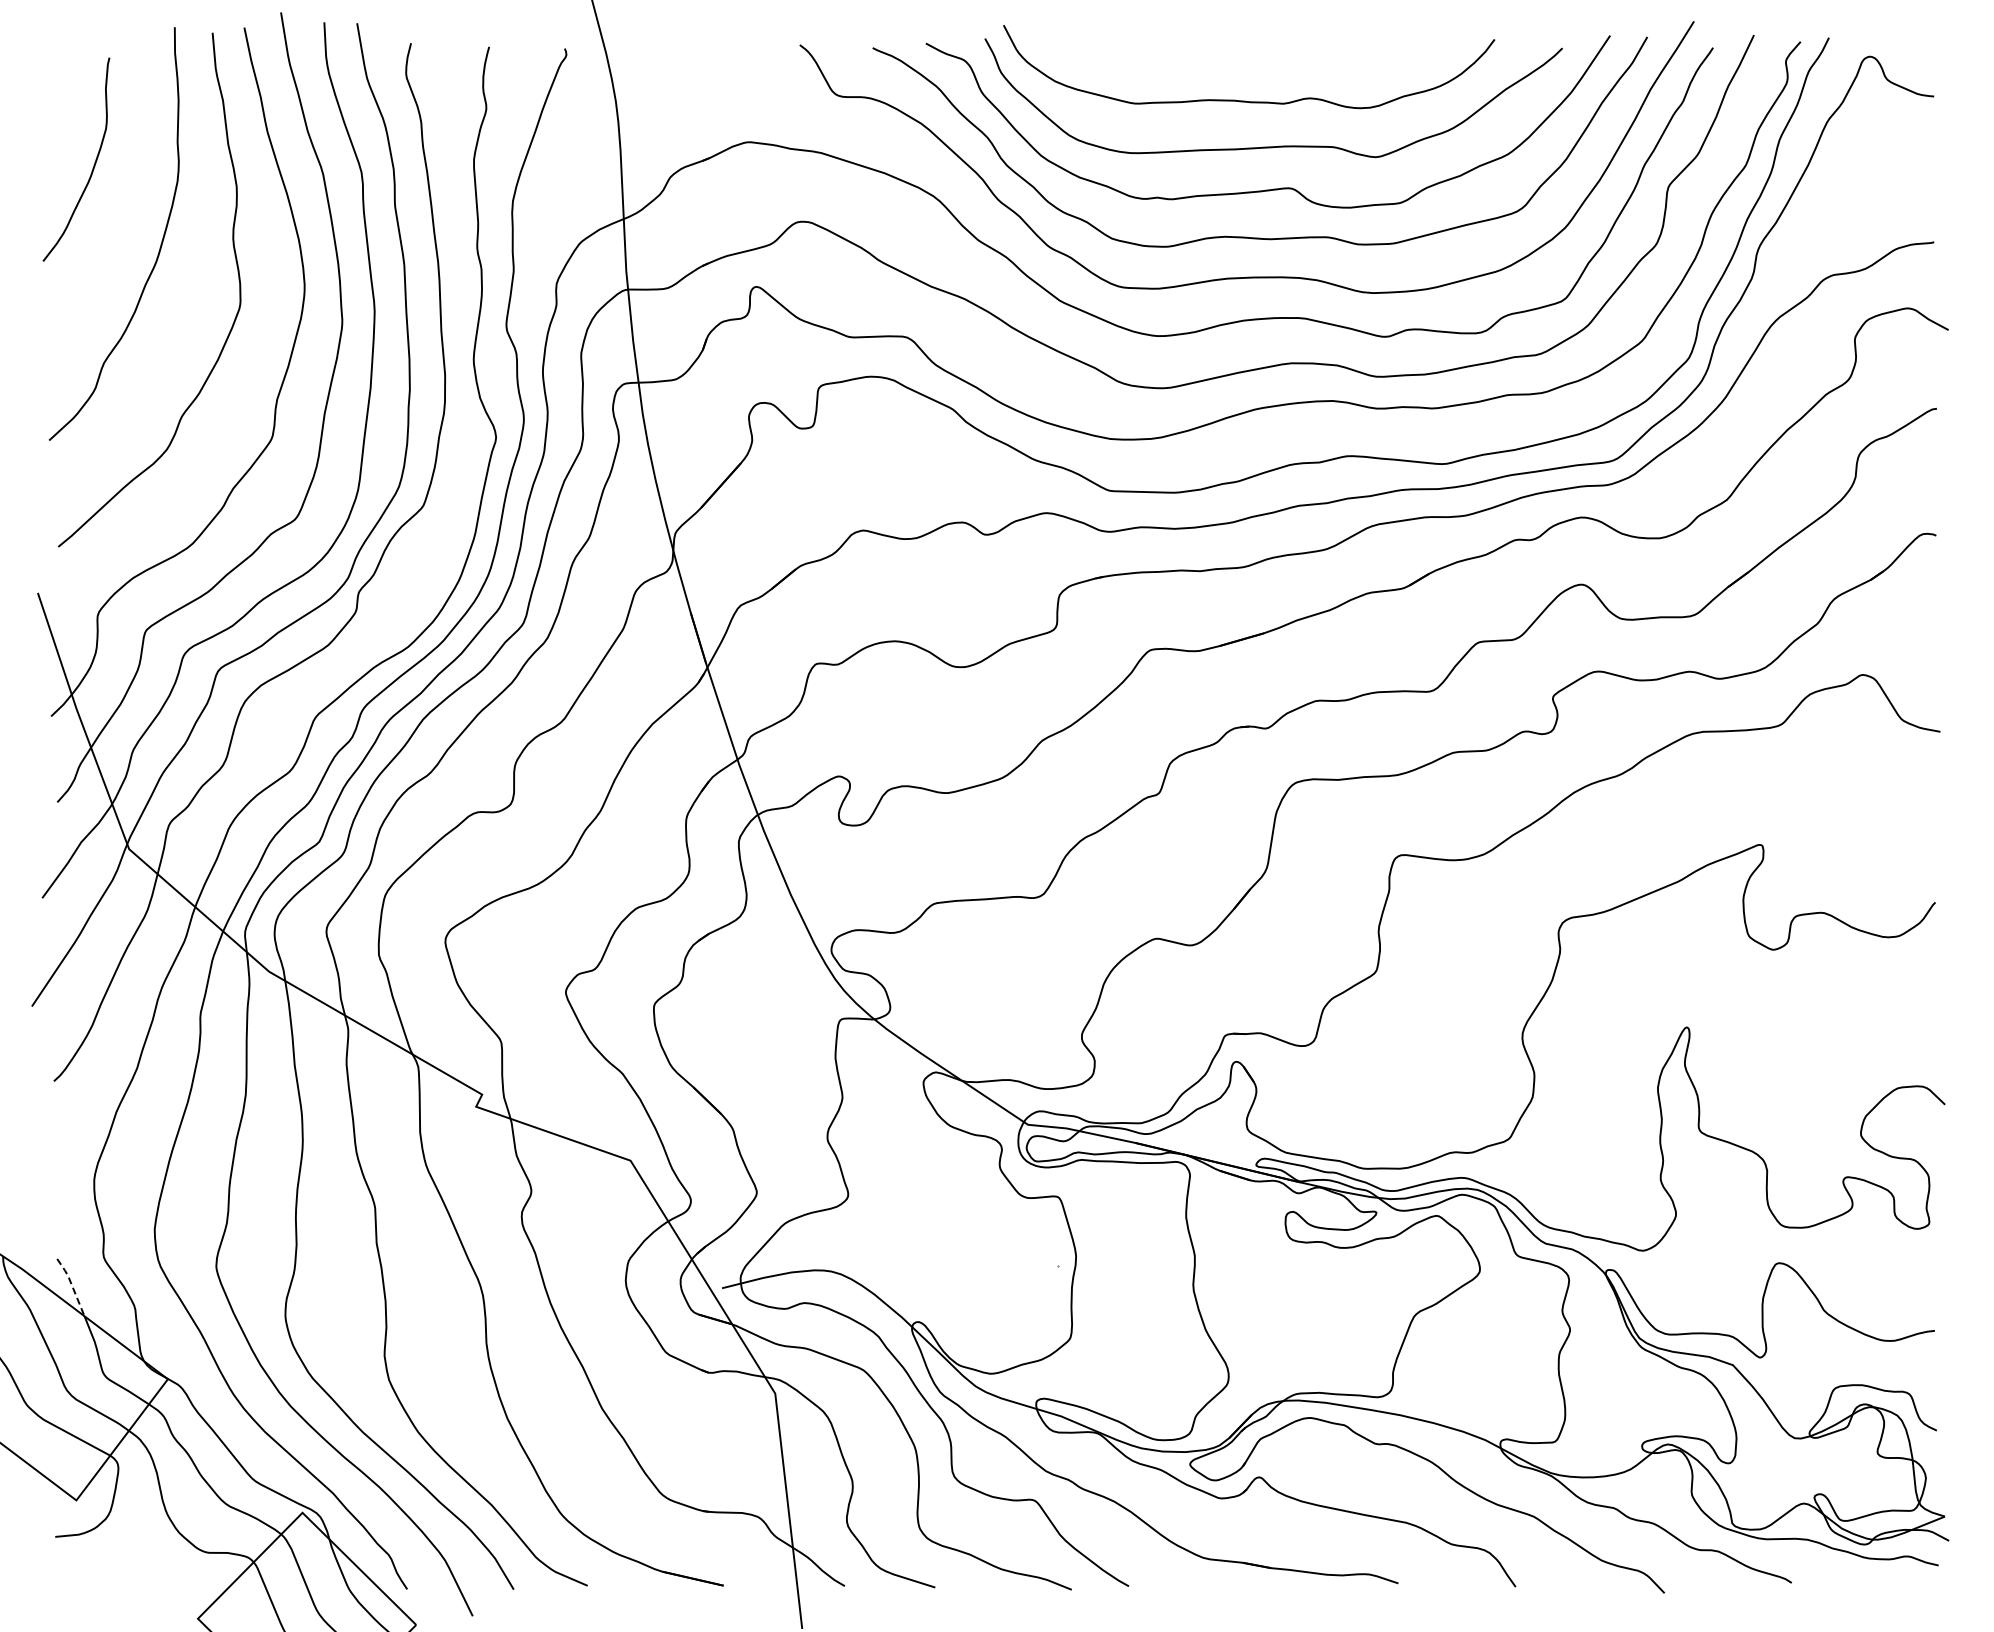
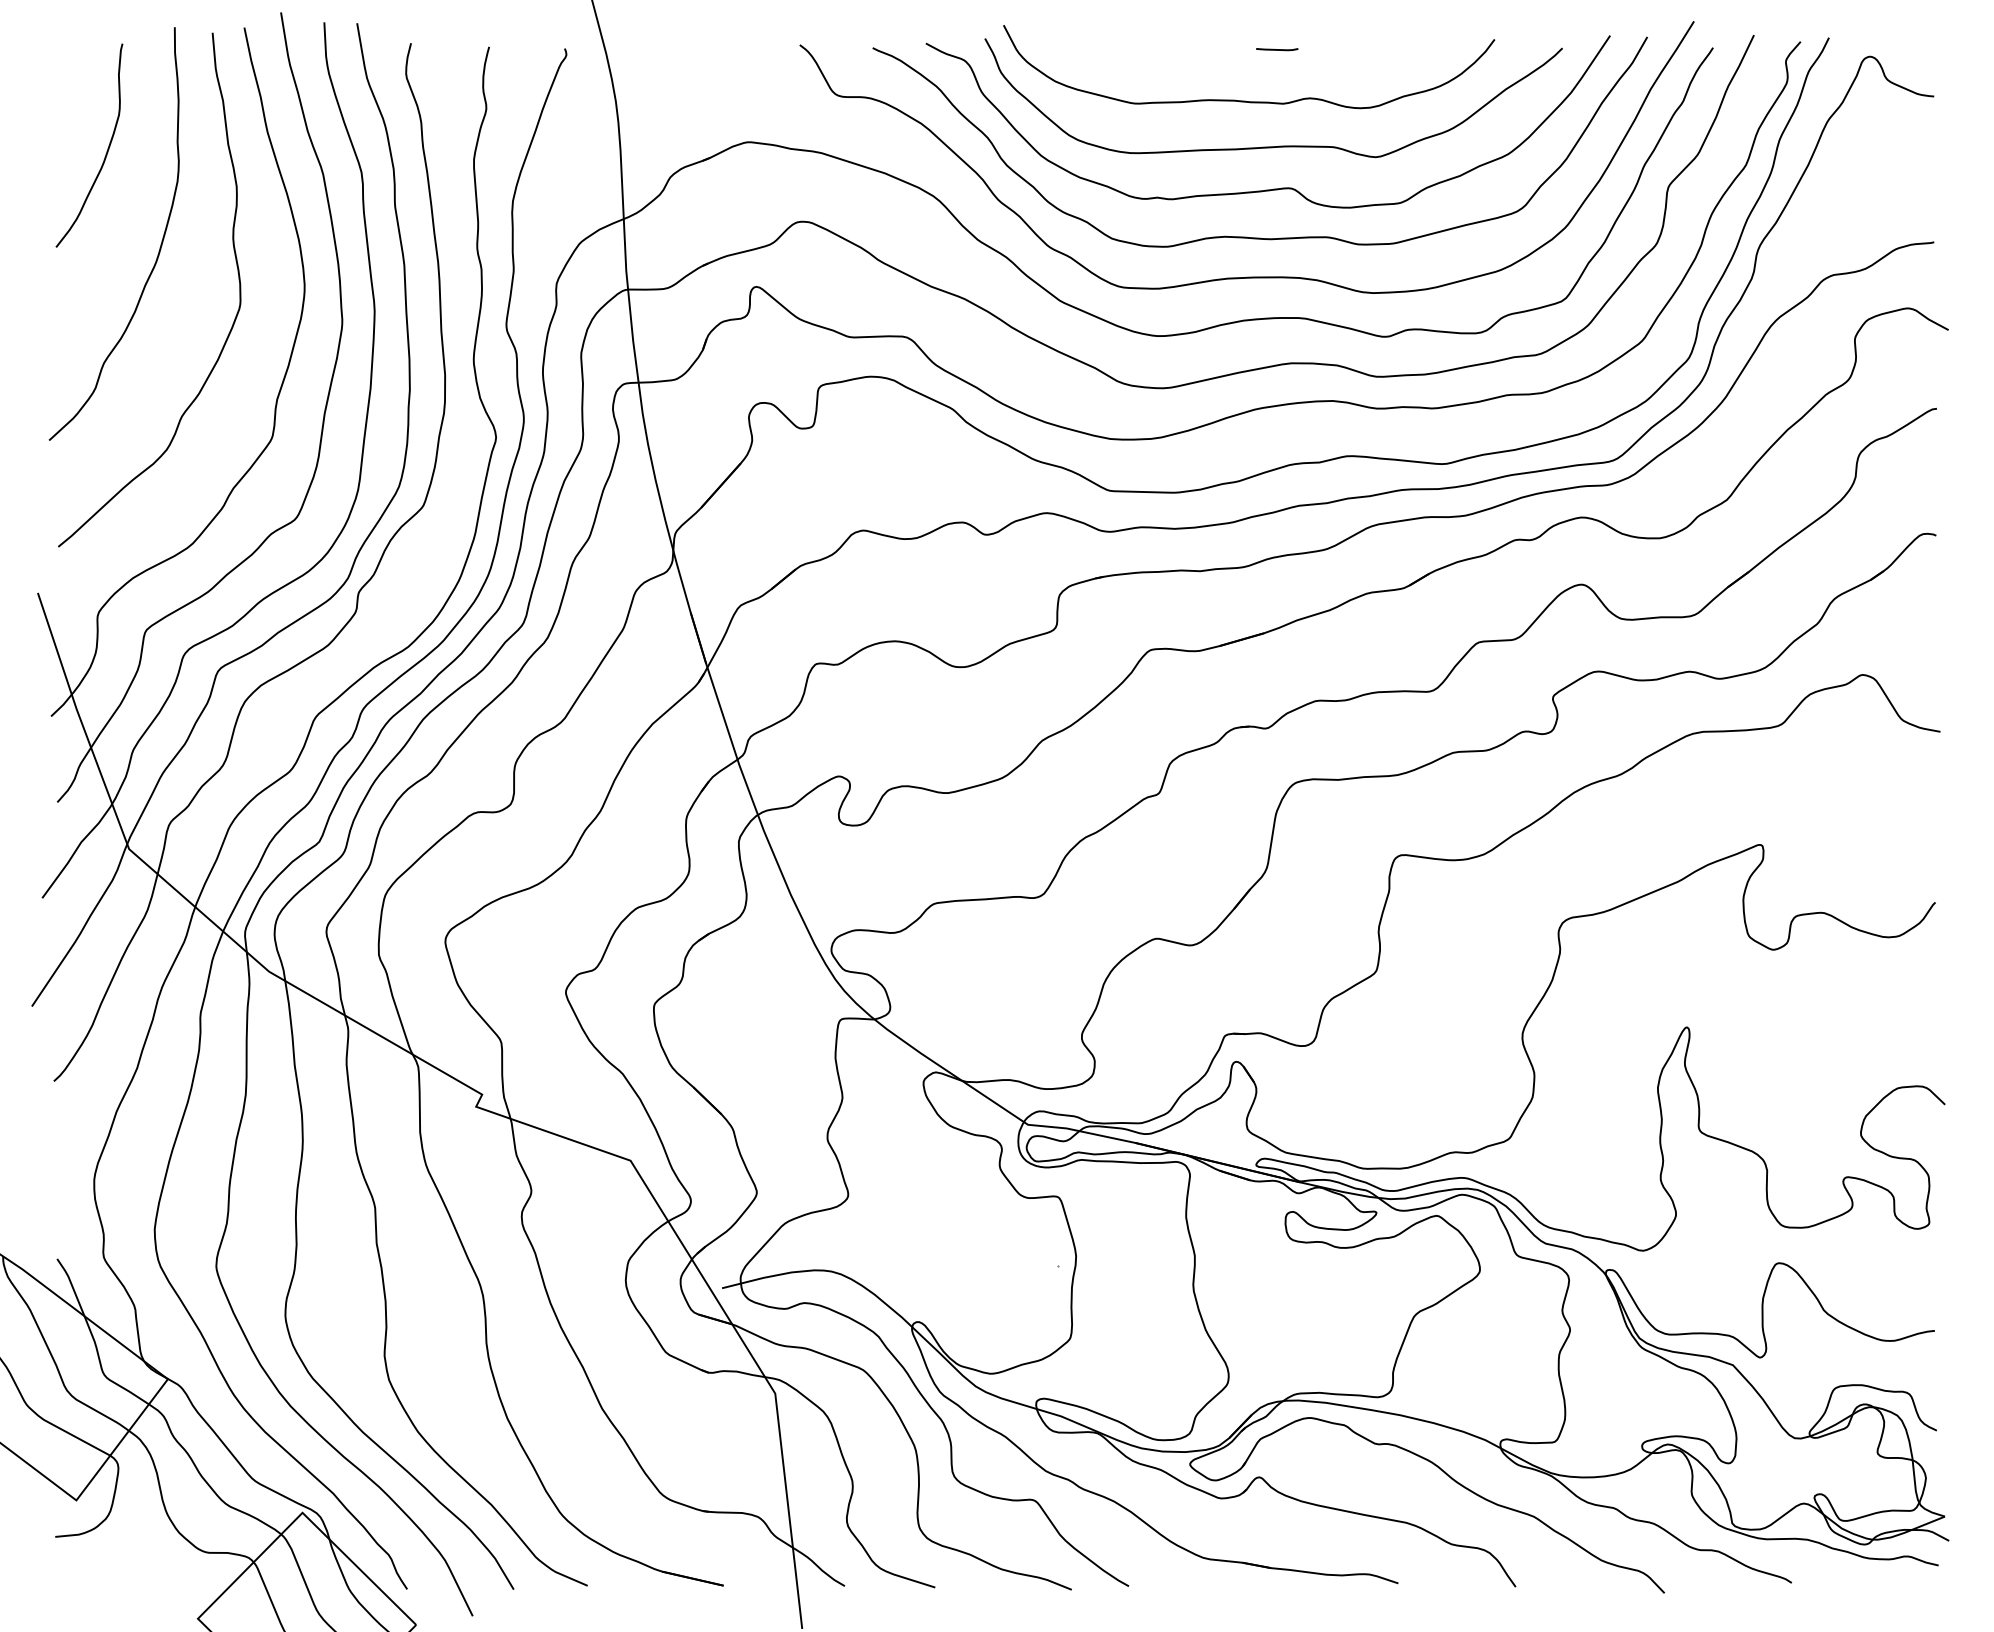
line at (1277, 49): none -> present
curve at (93, 165) position: (93, 165) -> (106, 151)
line at (72, 1285): dashed -> solid
